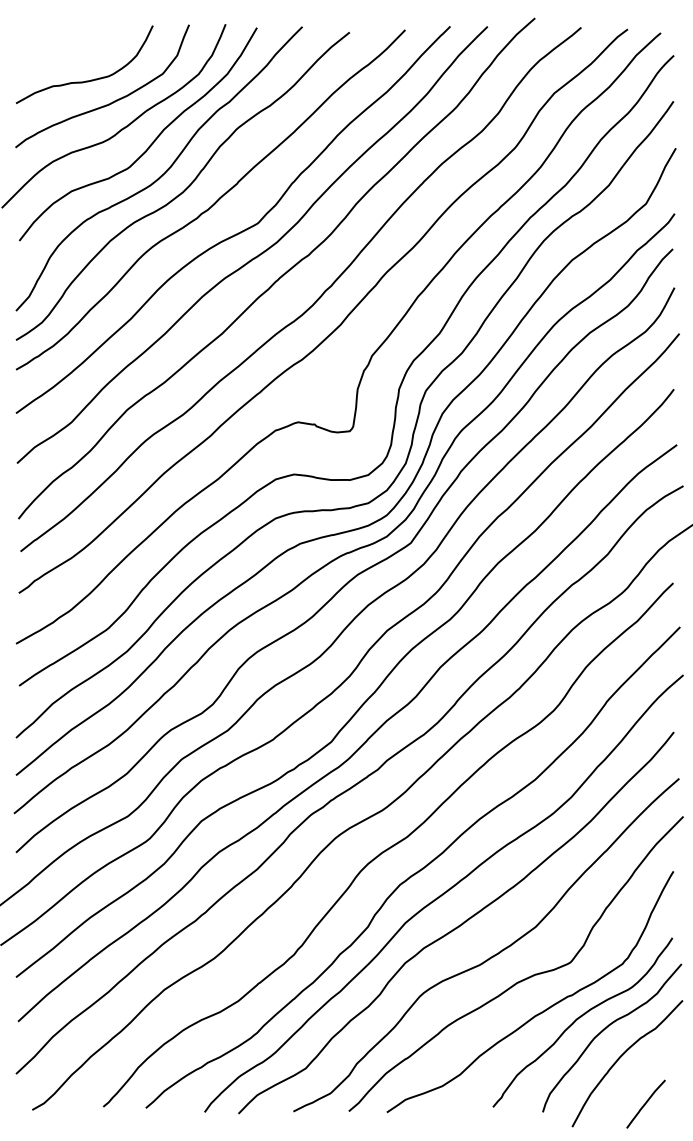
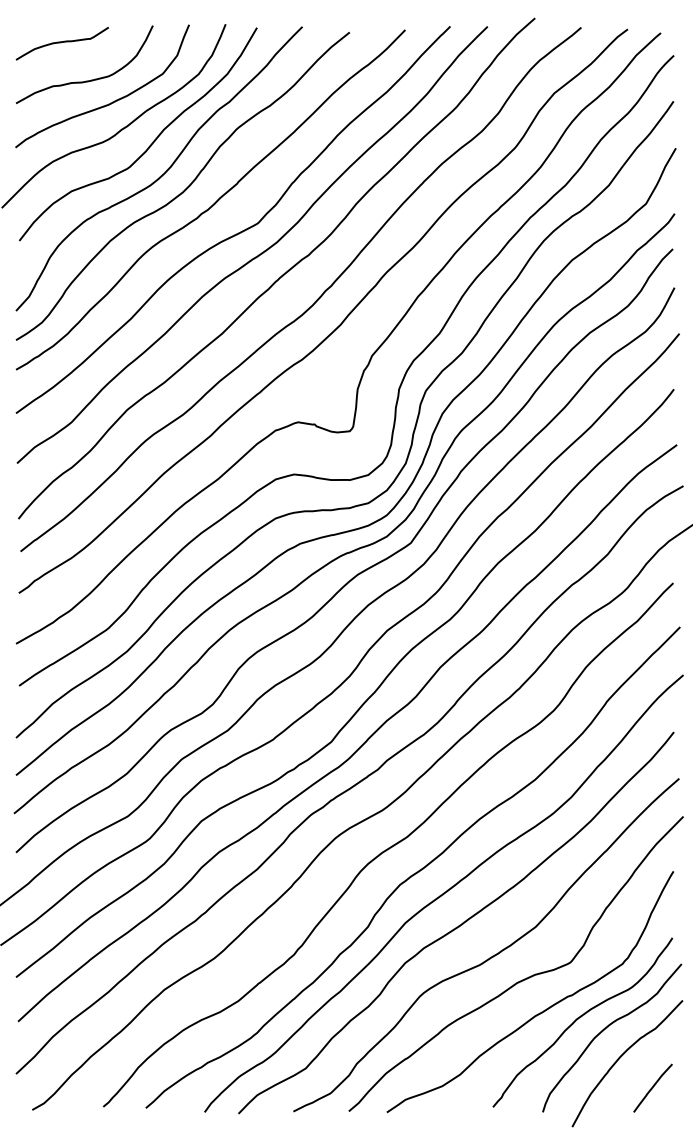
curve at (61, 43): none -> present
line at (645, 1103) position: (645, 1103) -> (652, 1087)
